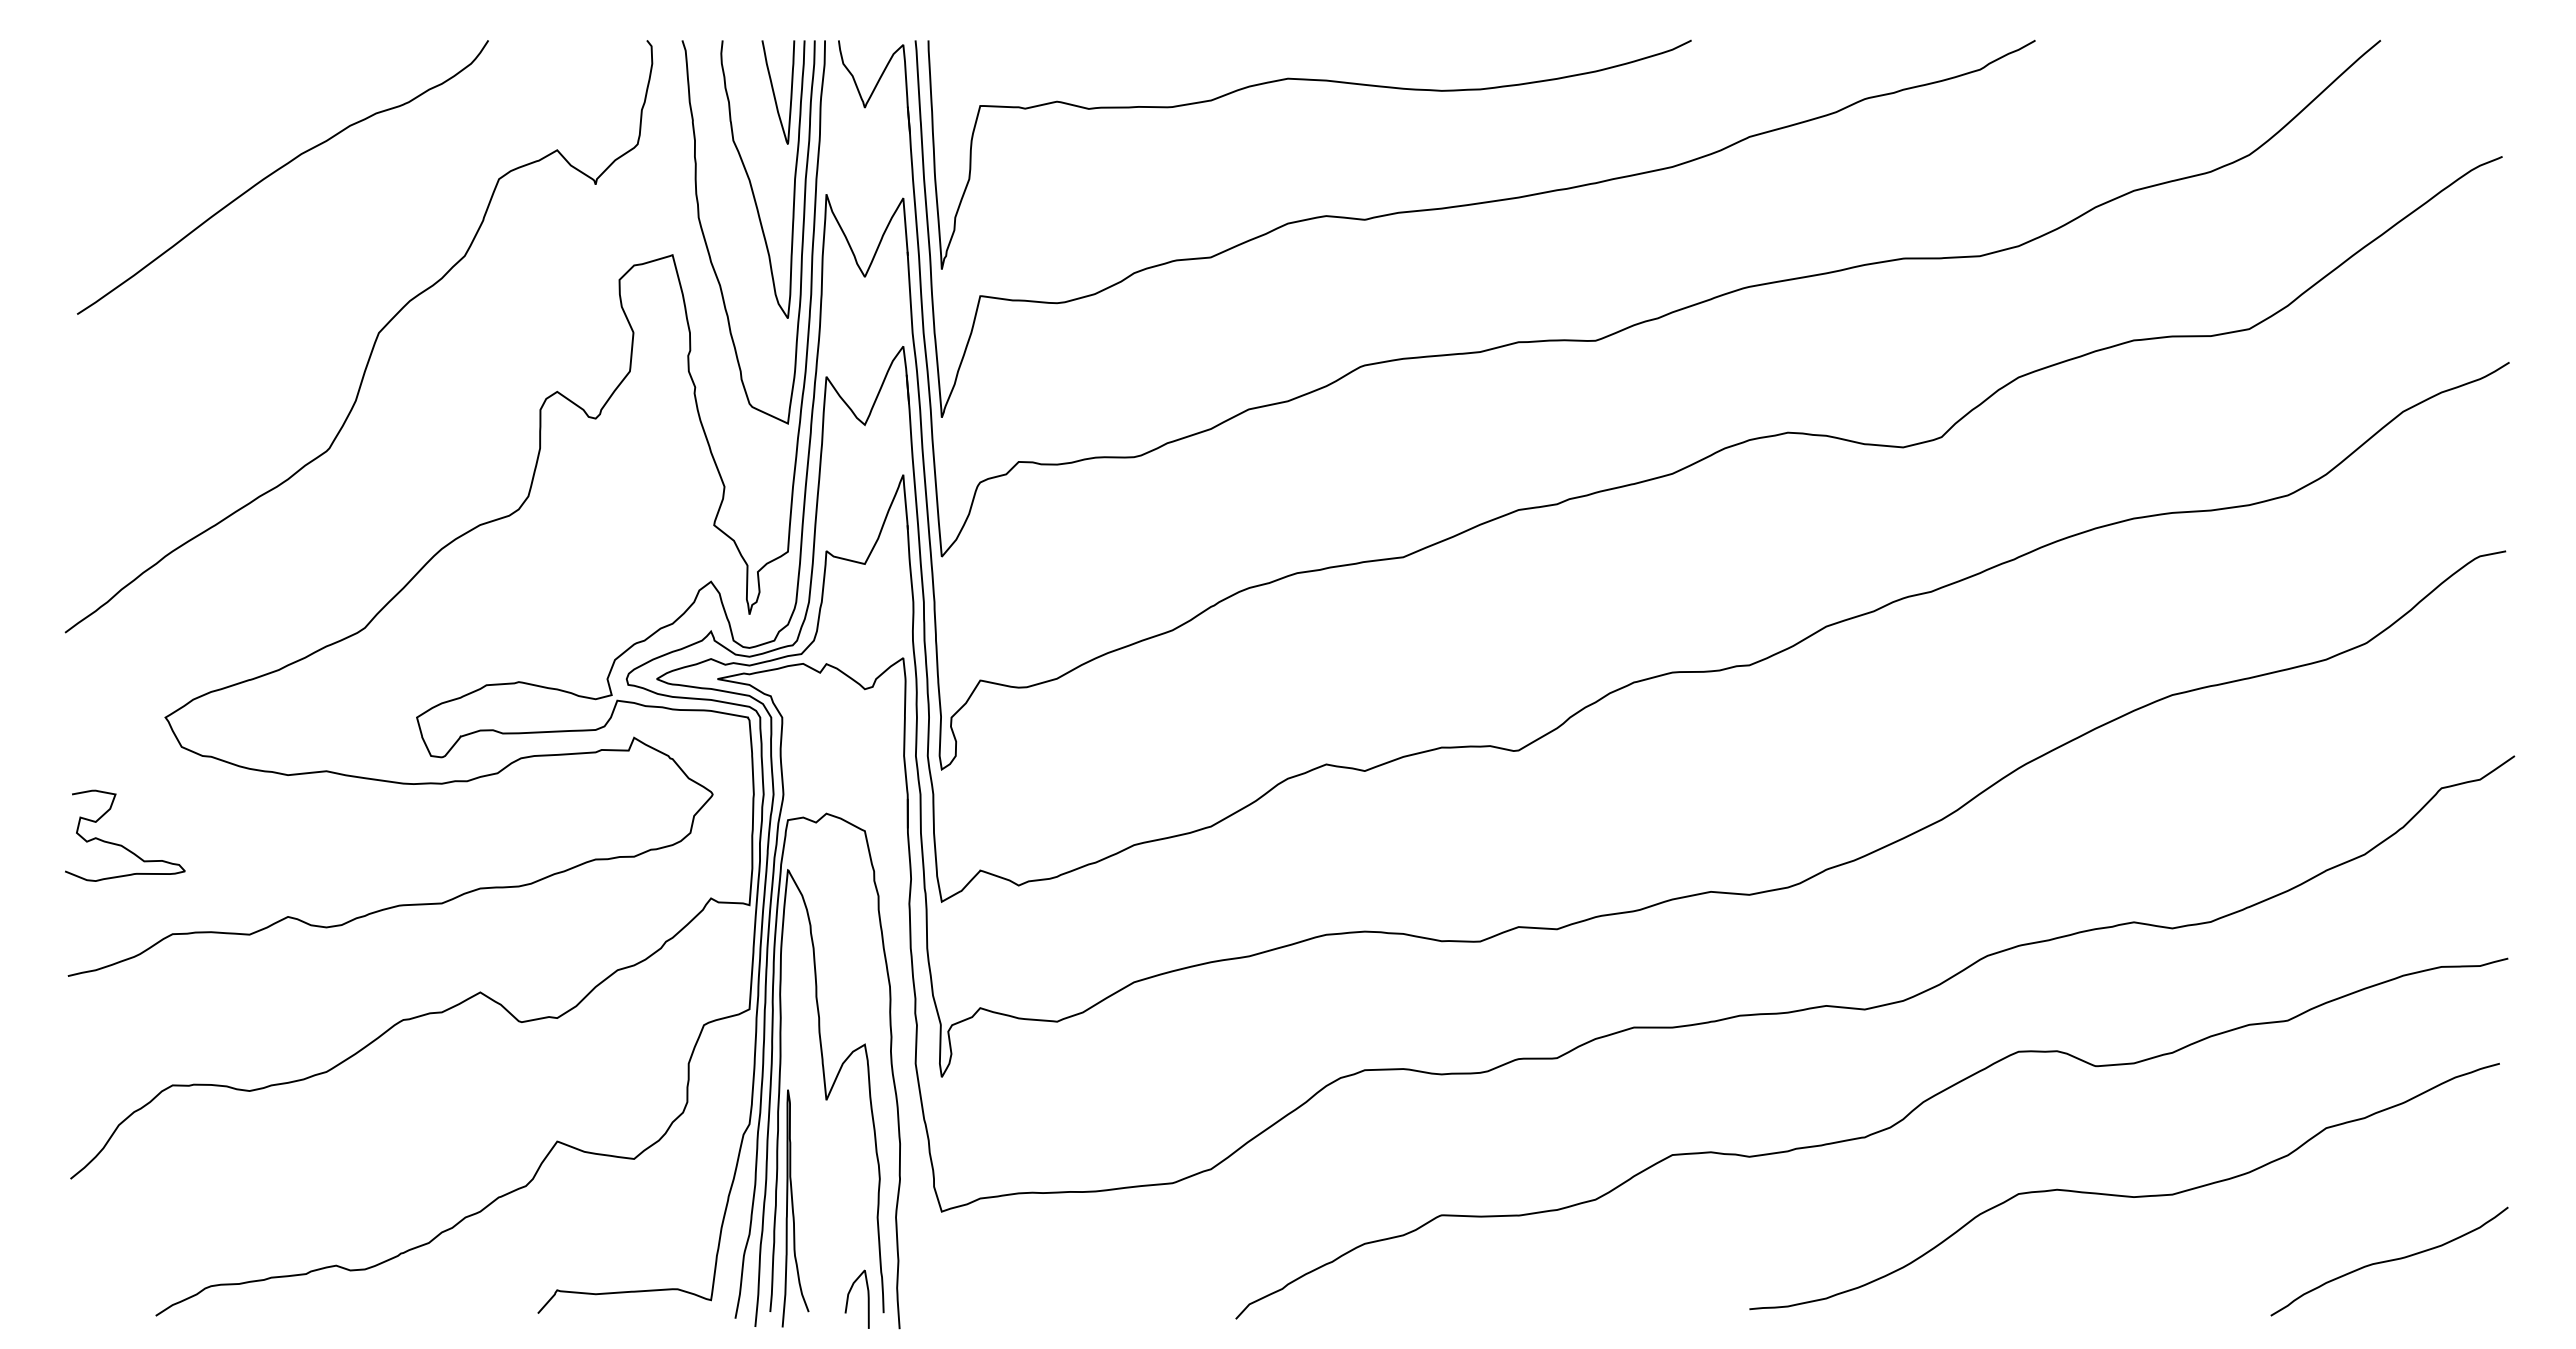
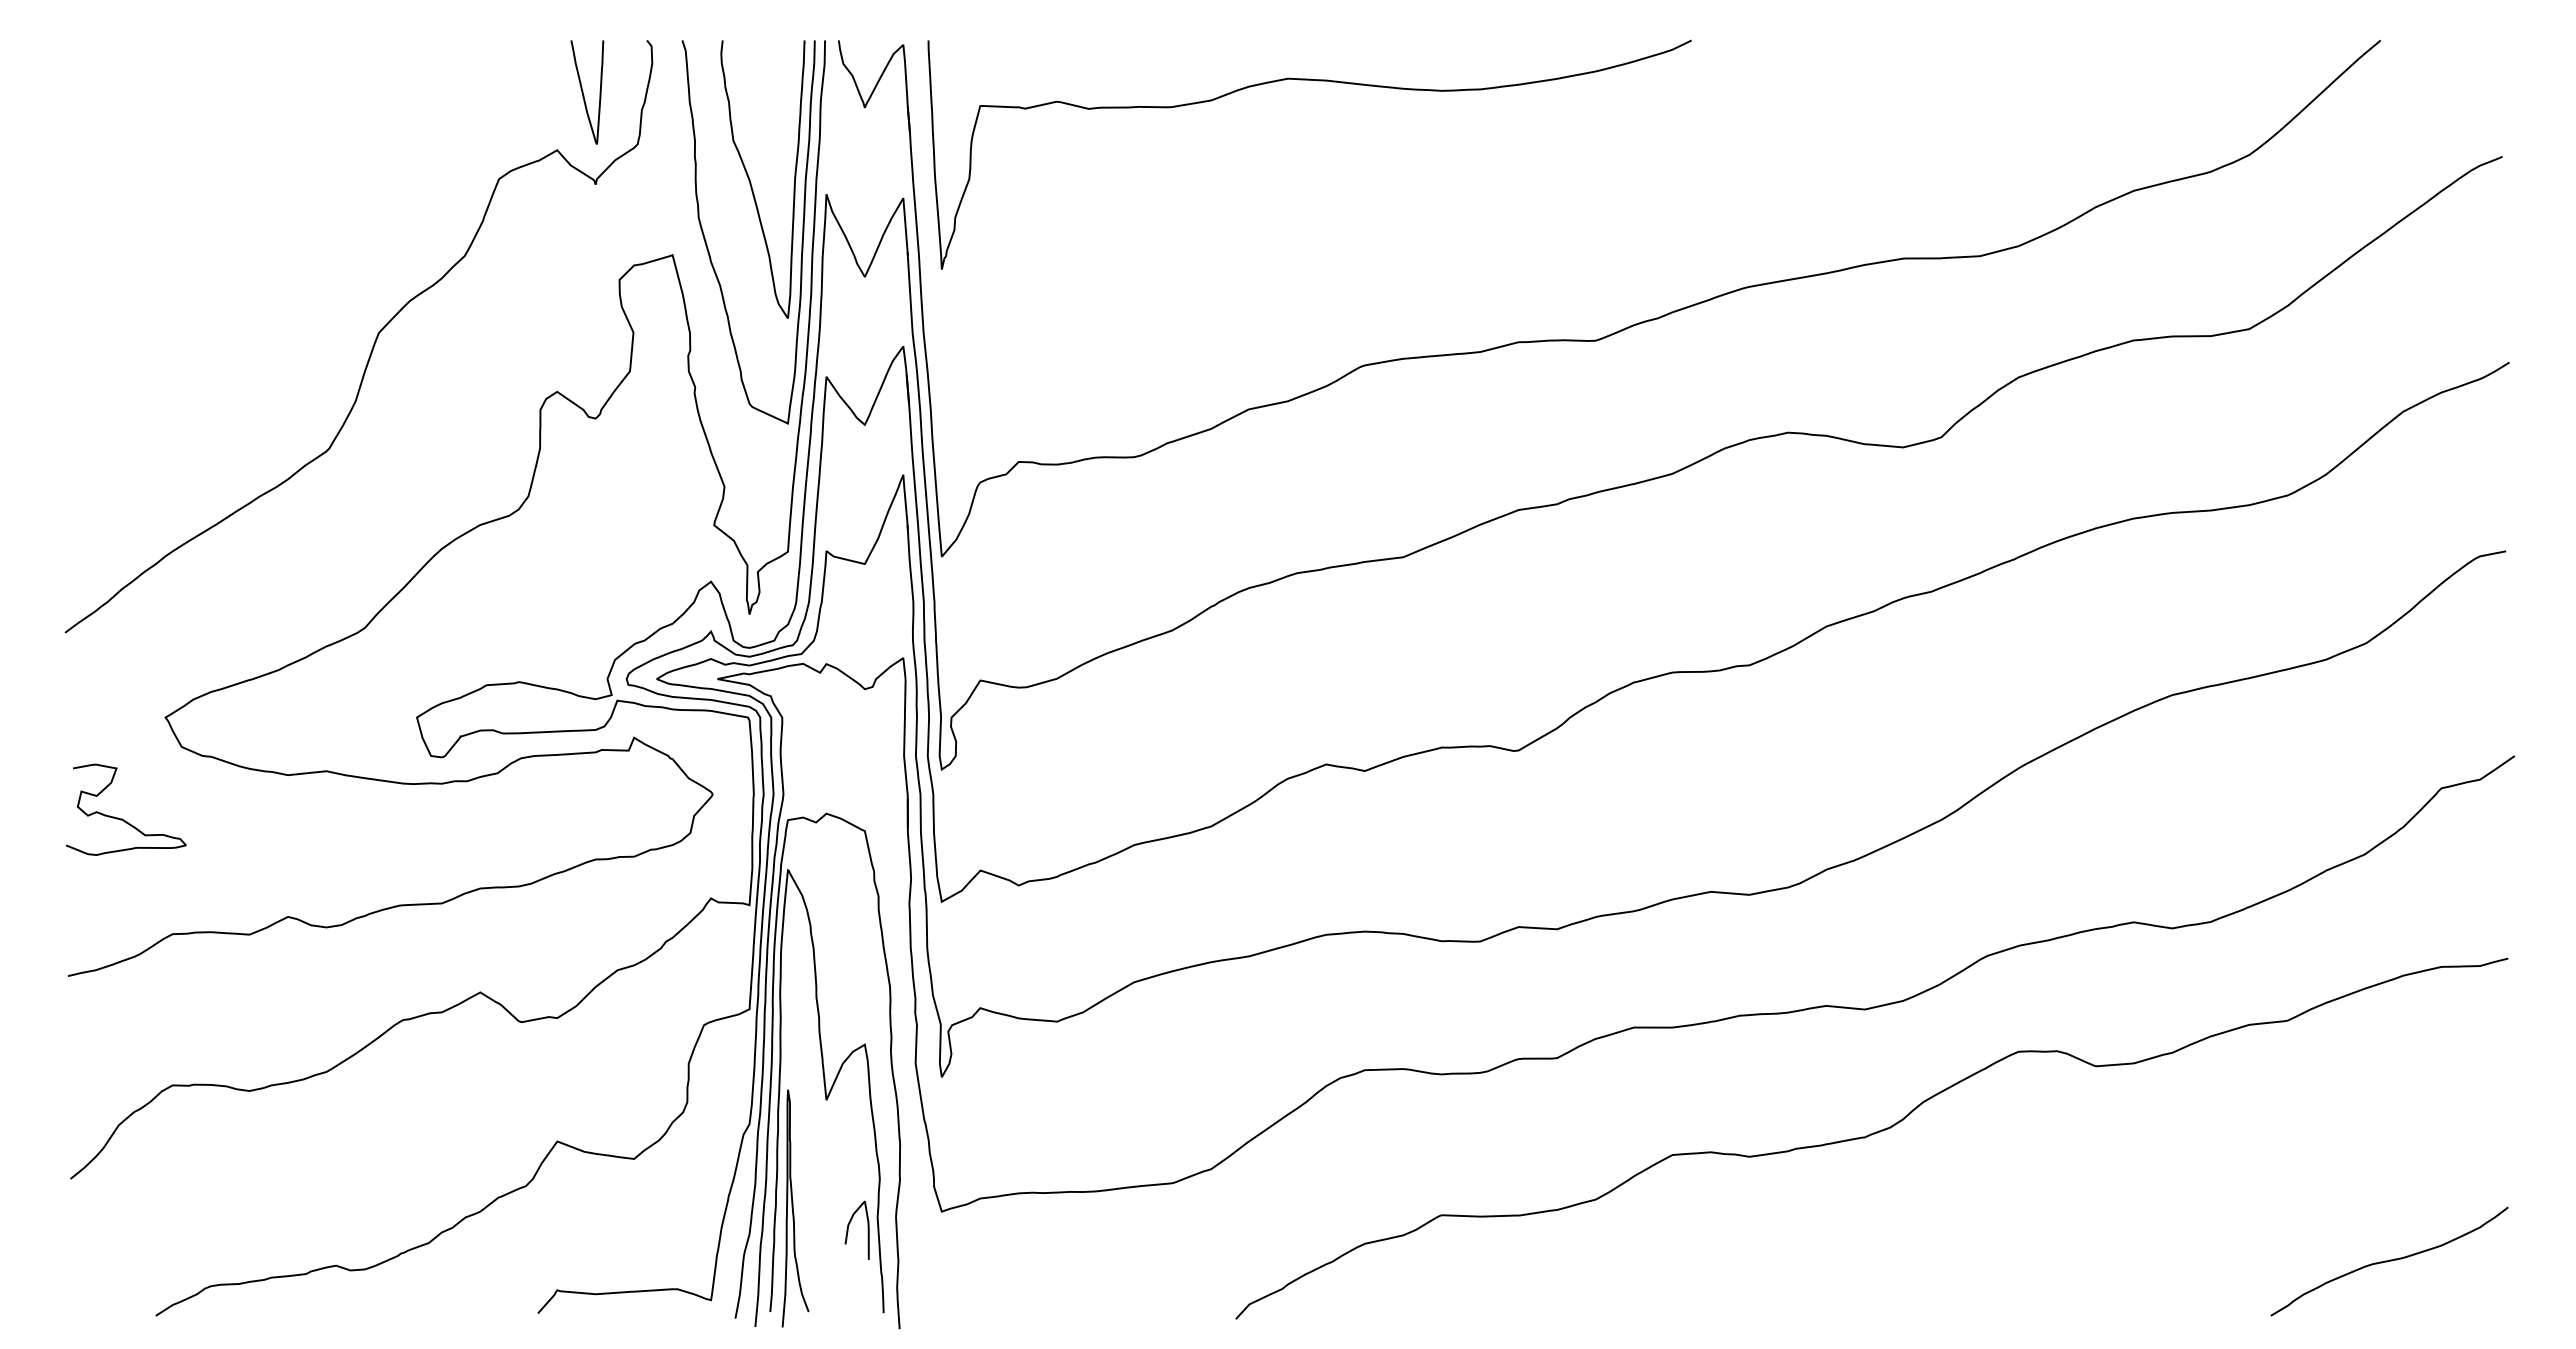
curve at (774, 92) position: (774, 92) -> (583, 92)
curve at (277, 171): present -> none
curve at (1473, 205): present -> none
curve at (121, 844) position: (121, 844) -> (122, 818)
curve at (2124, 1195): present -> none
curve at (848, 1298) position: (848, 1298) -> (848, 1229)
